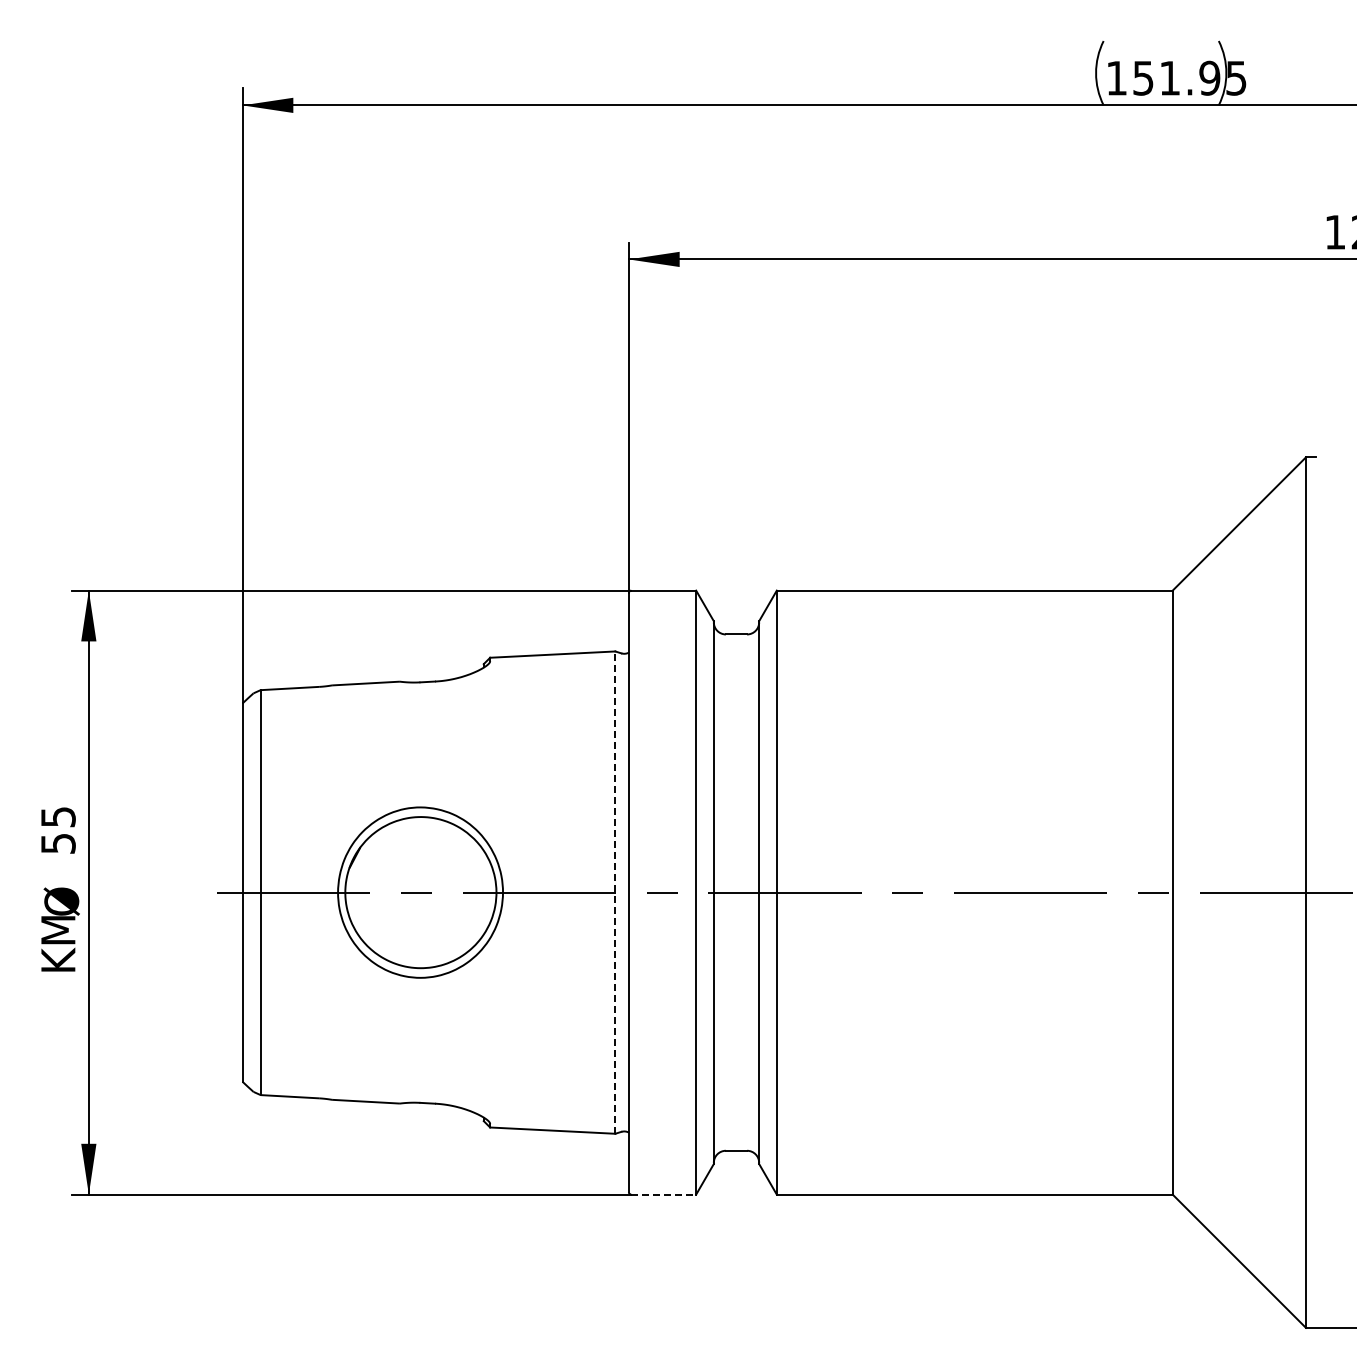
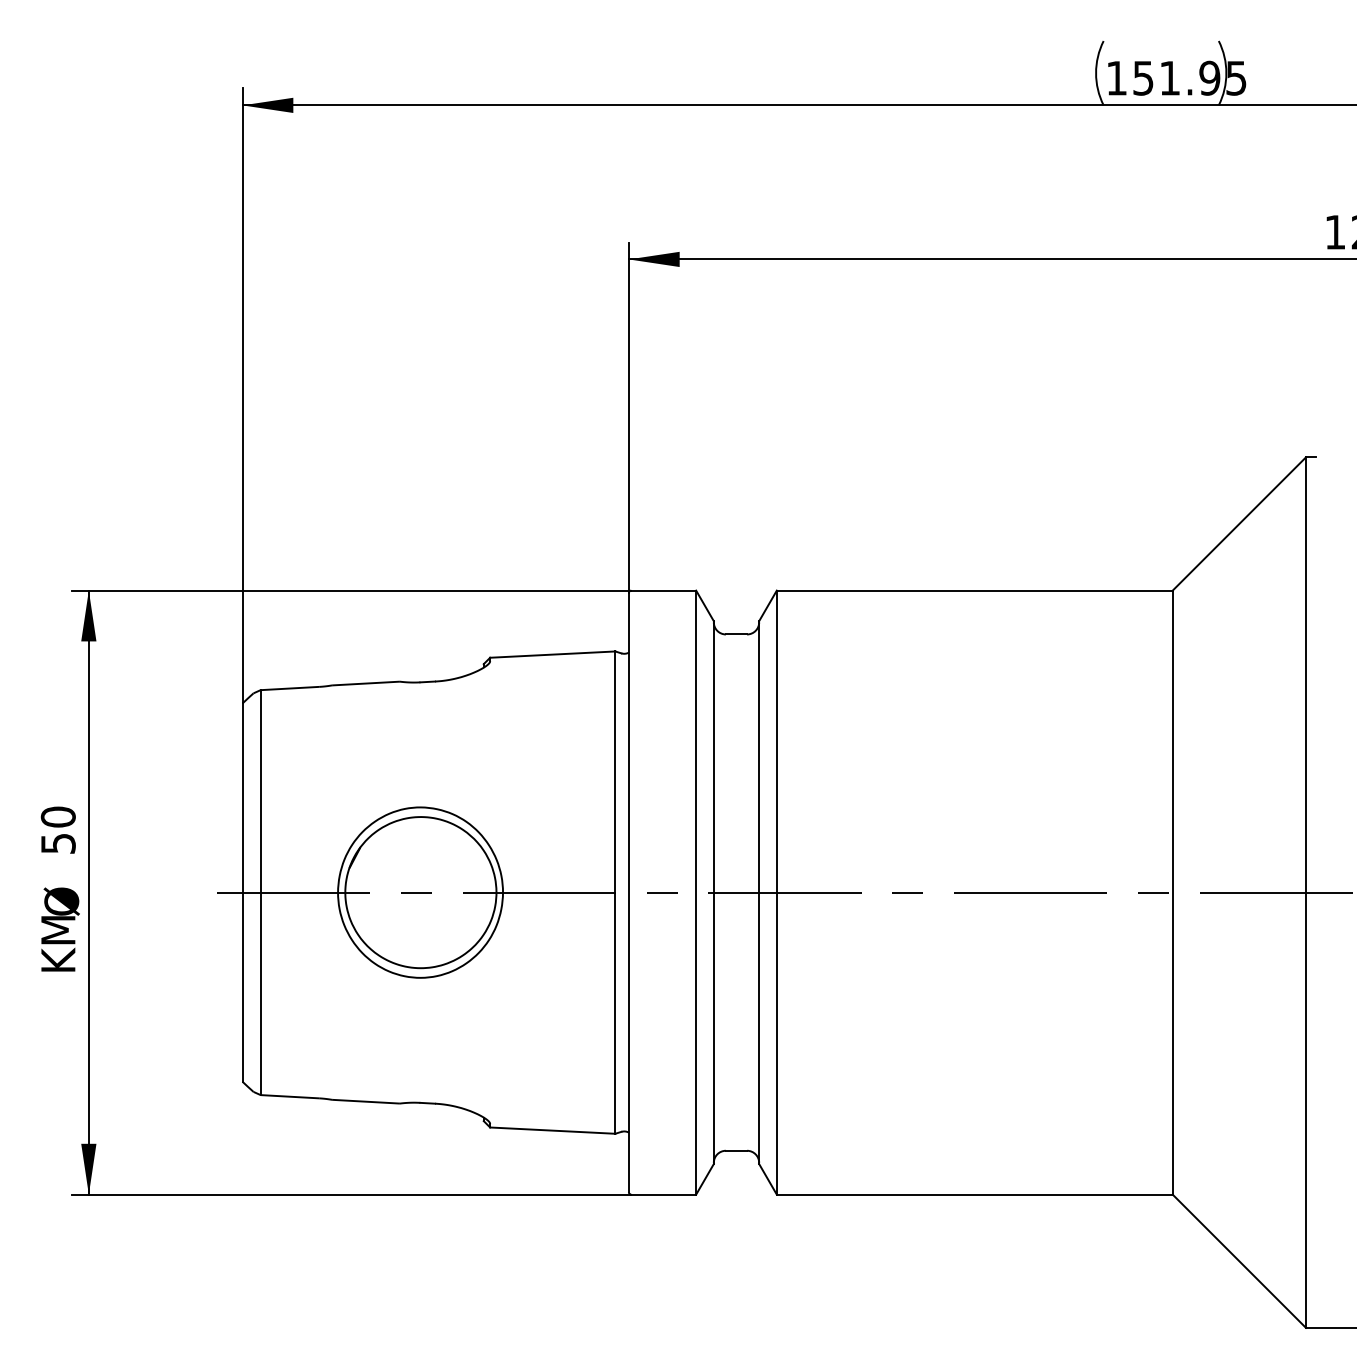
text at (57, 816): 55 -> 50
line at (615, 892): dashed -> solid
line at (664, 1194): dashed -> solid
